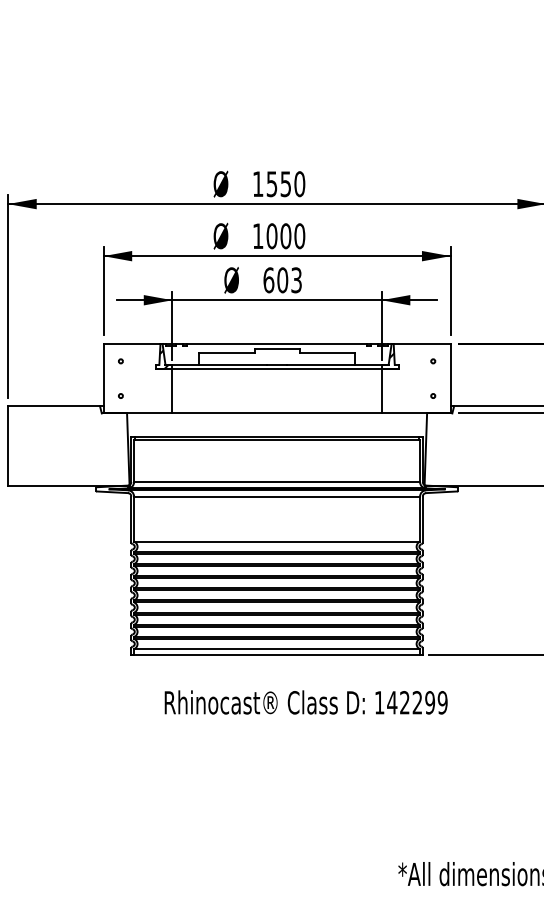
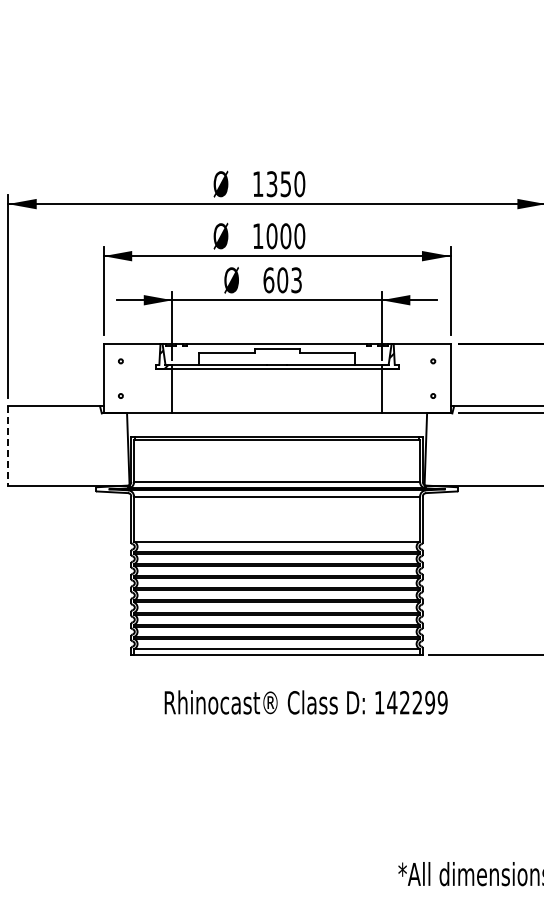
text at (272, 183): 1550 -> 1350
line at (8, 446): solid -> dashed
